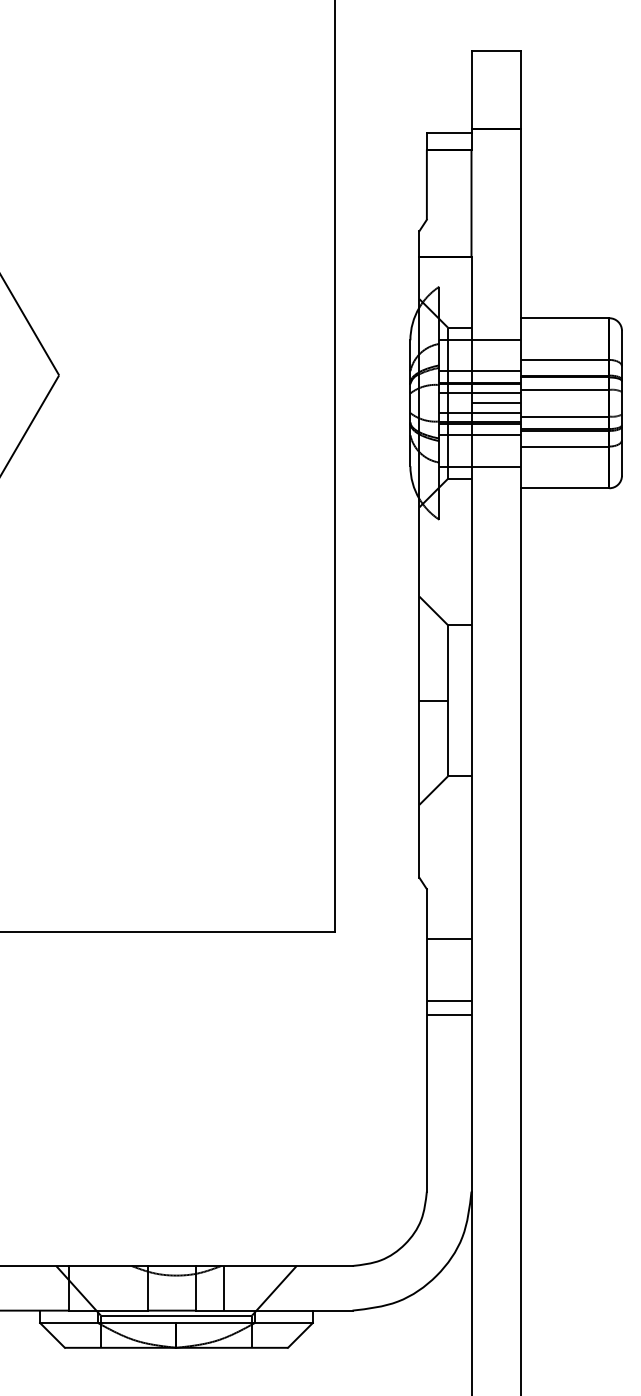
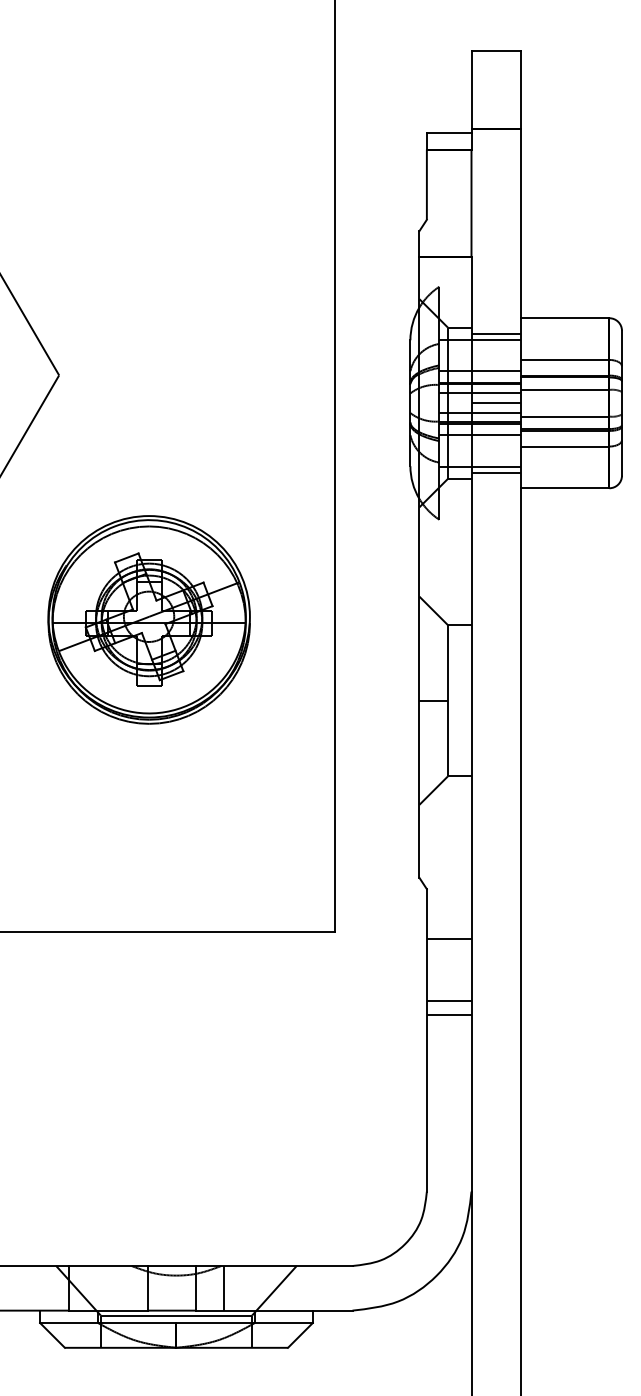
line at (496, 333): none -> present
line at (496, 472): none -> present
part at (148, 619): none -> present
